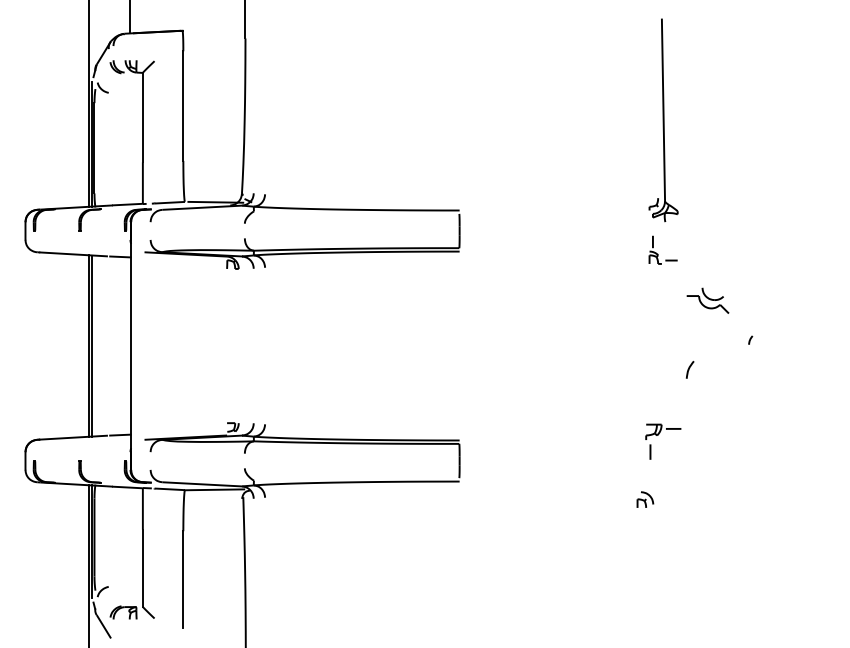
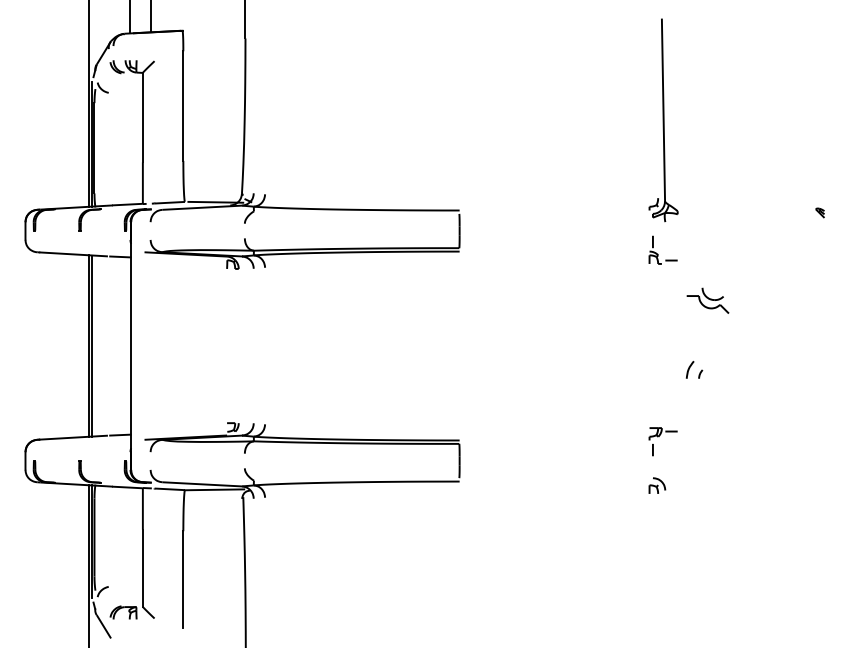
line at (150, 17): none -> present
part at (819, 212): none -> present
arc at (750, 339) position: (750, 339) -> (700, 373)
part at (663, 441) size: 37x37 px -> 30x30 px
part at (645, 499) position: (645, 499) -> (657, 485)
